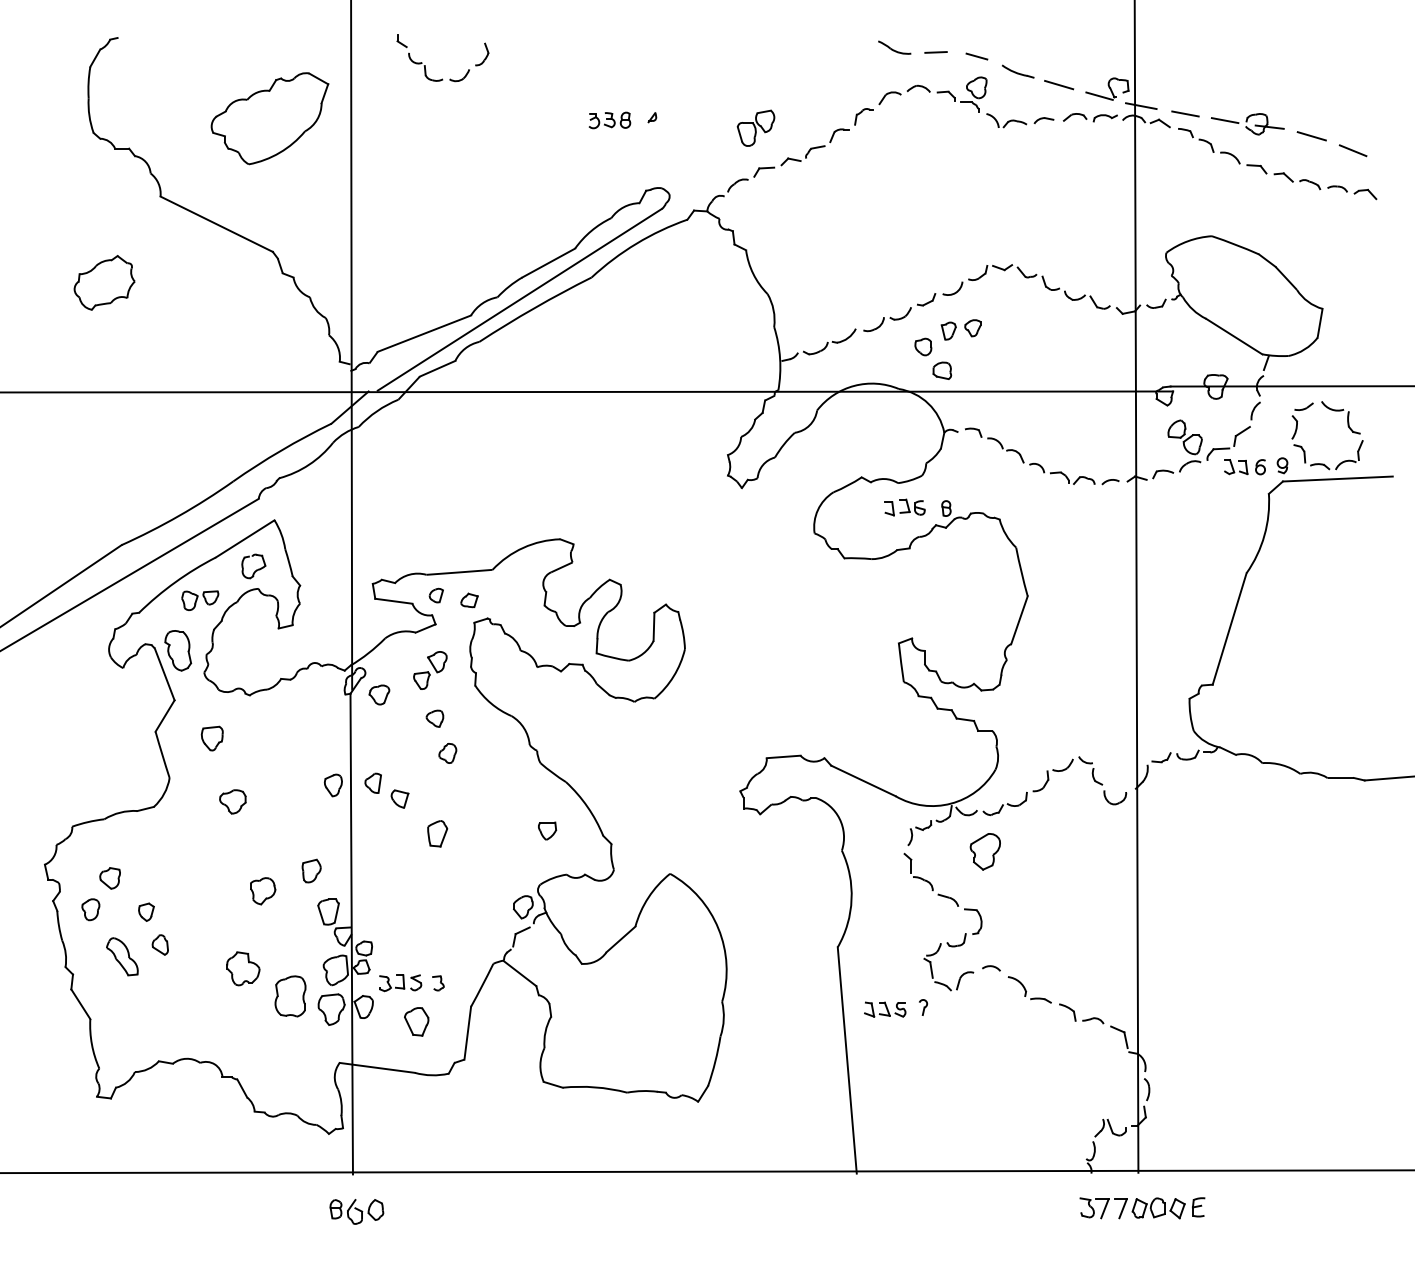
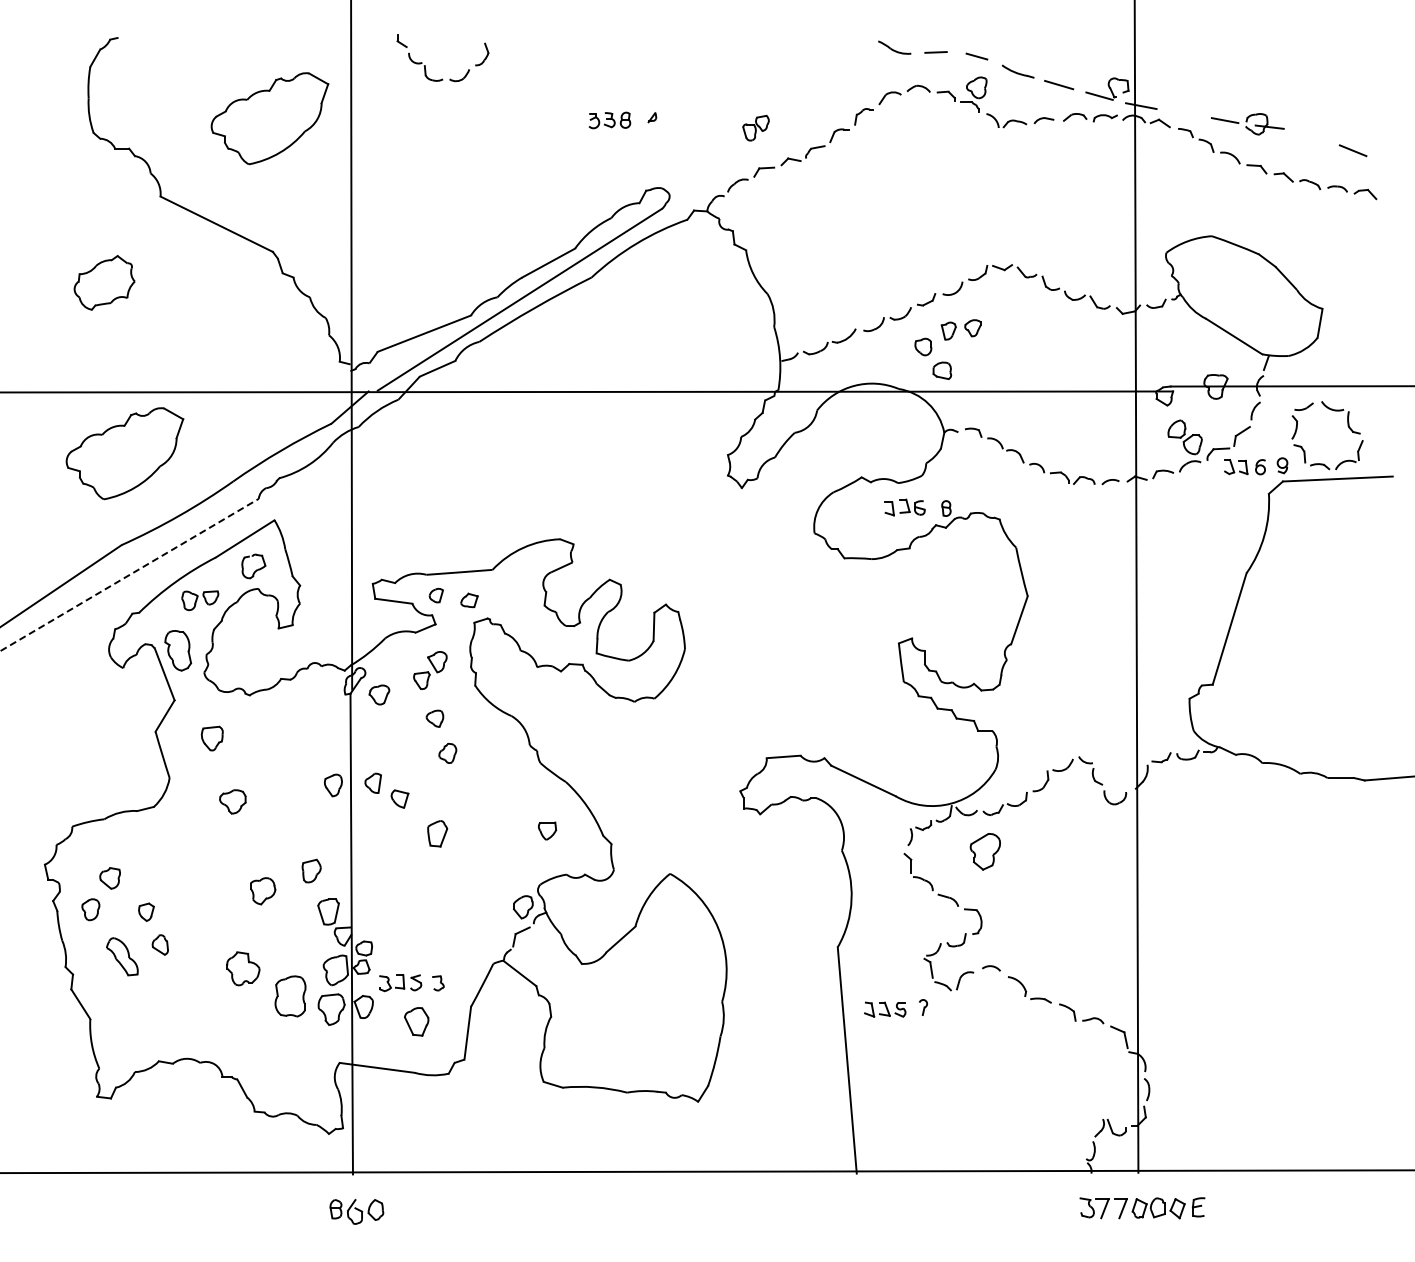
line at (1185, 113): present -> none
part at (755, 127) size: 40x38 px -> 28x27 px
line at (1311, 136): present -> none
part at (124, 453): none -> present
line at (129, 574): solid -> dashed
